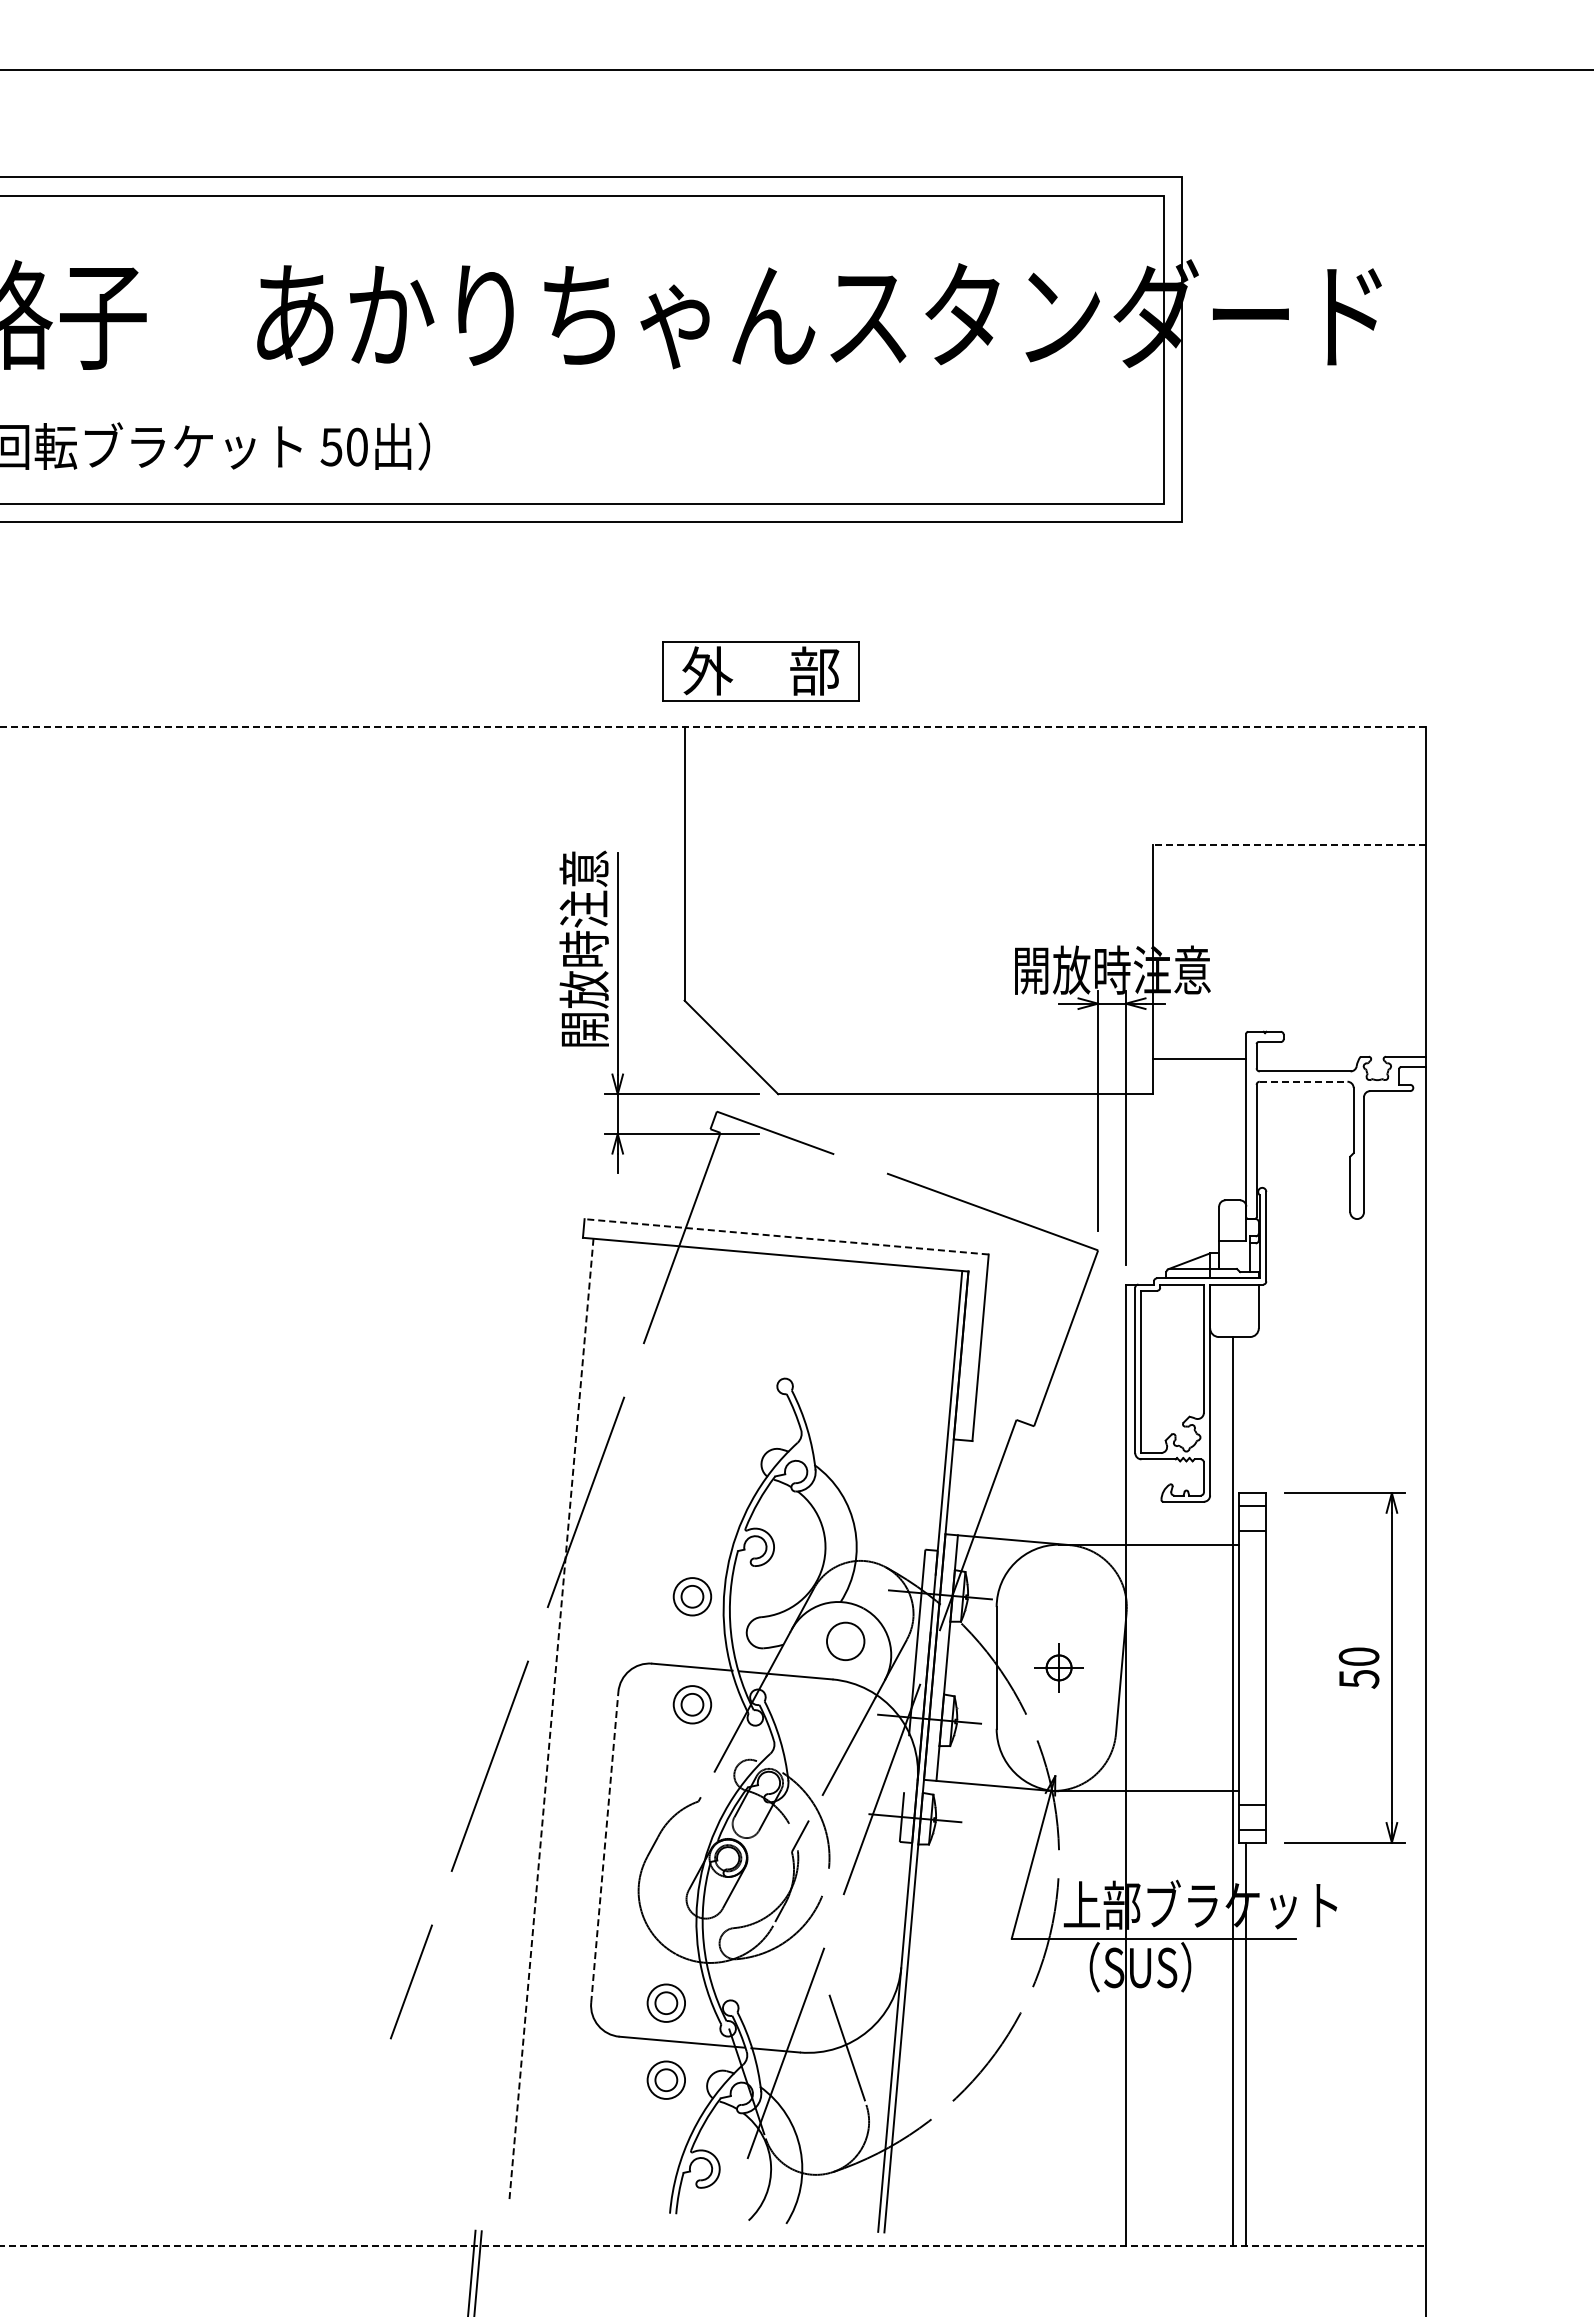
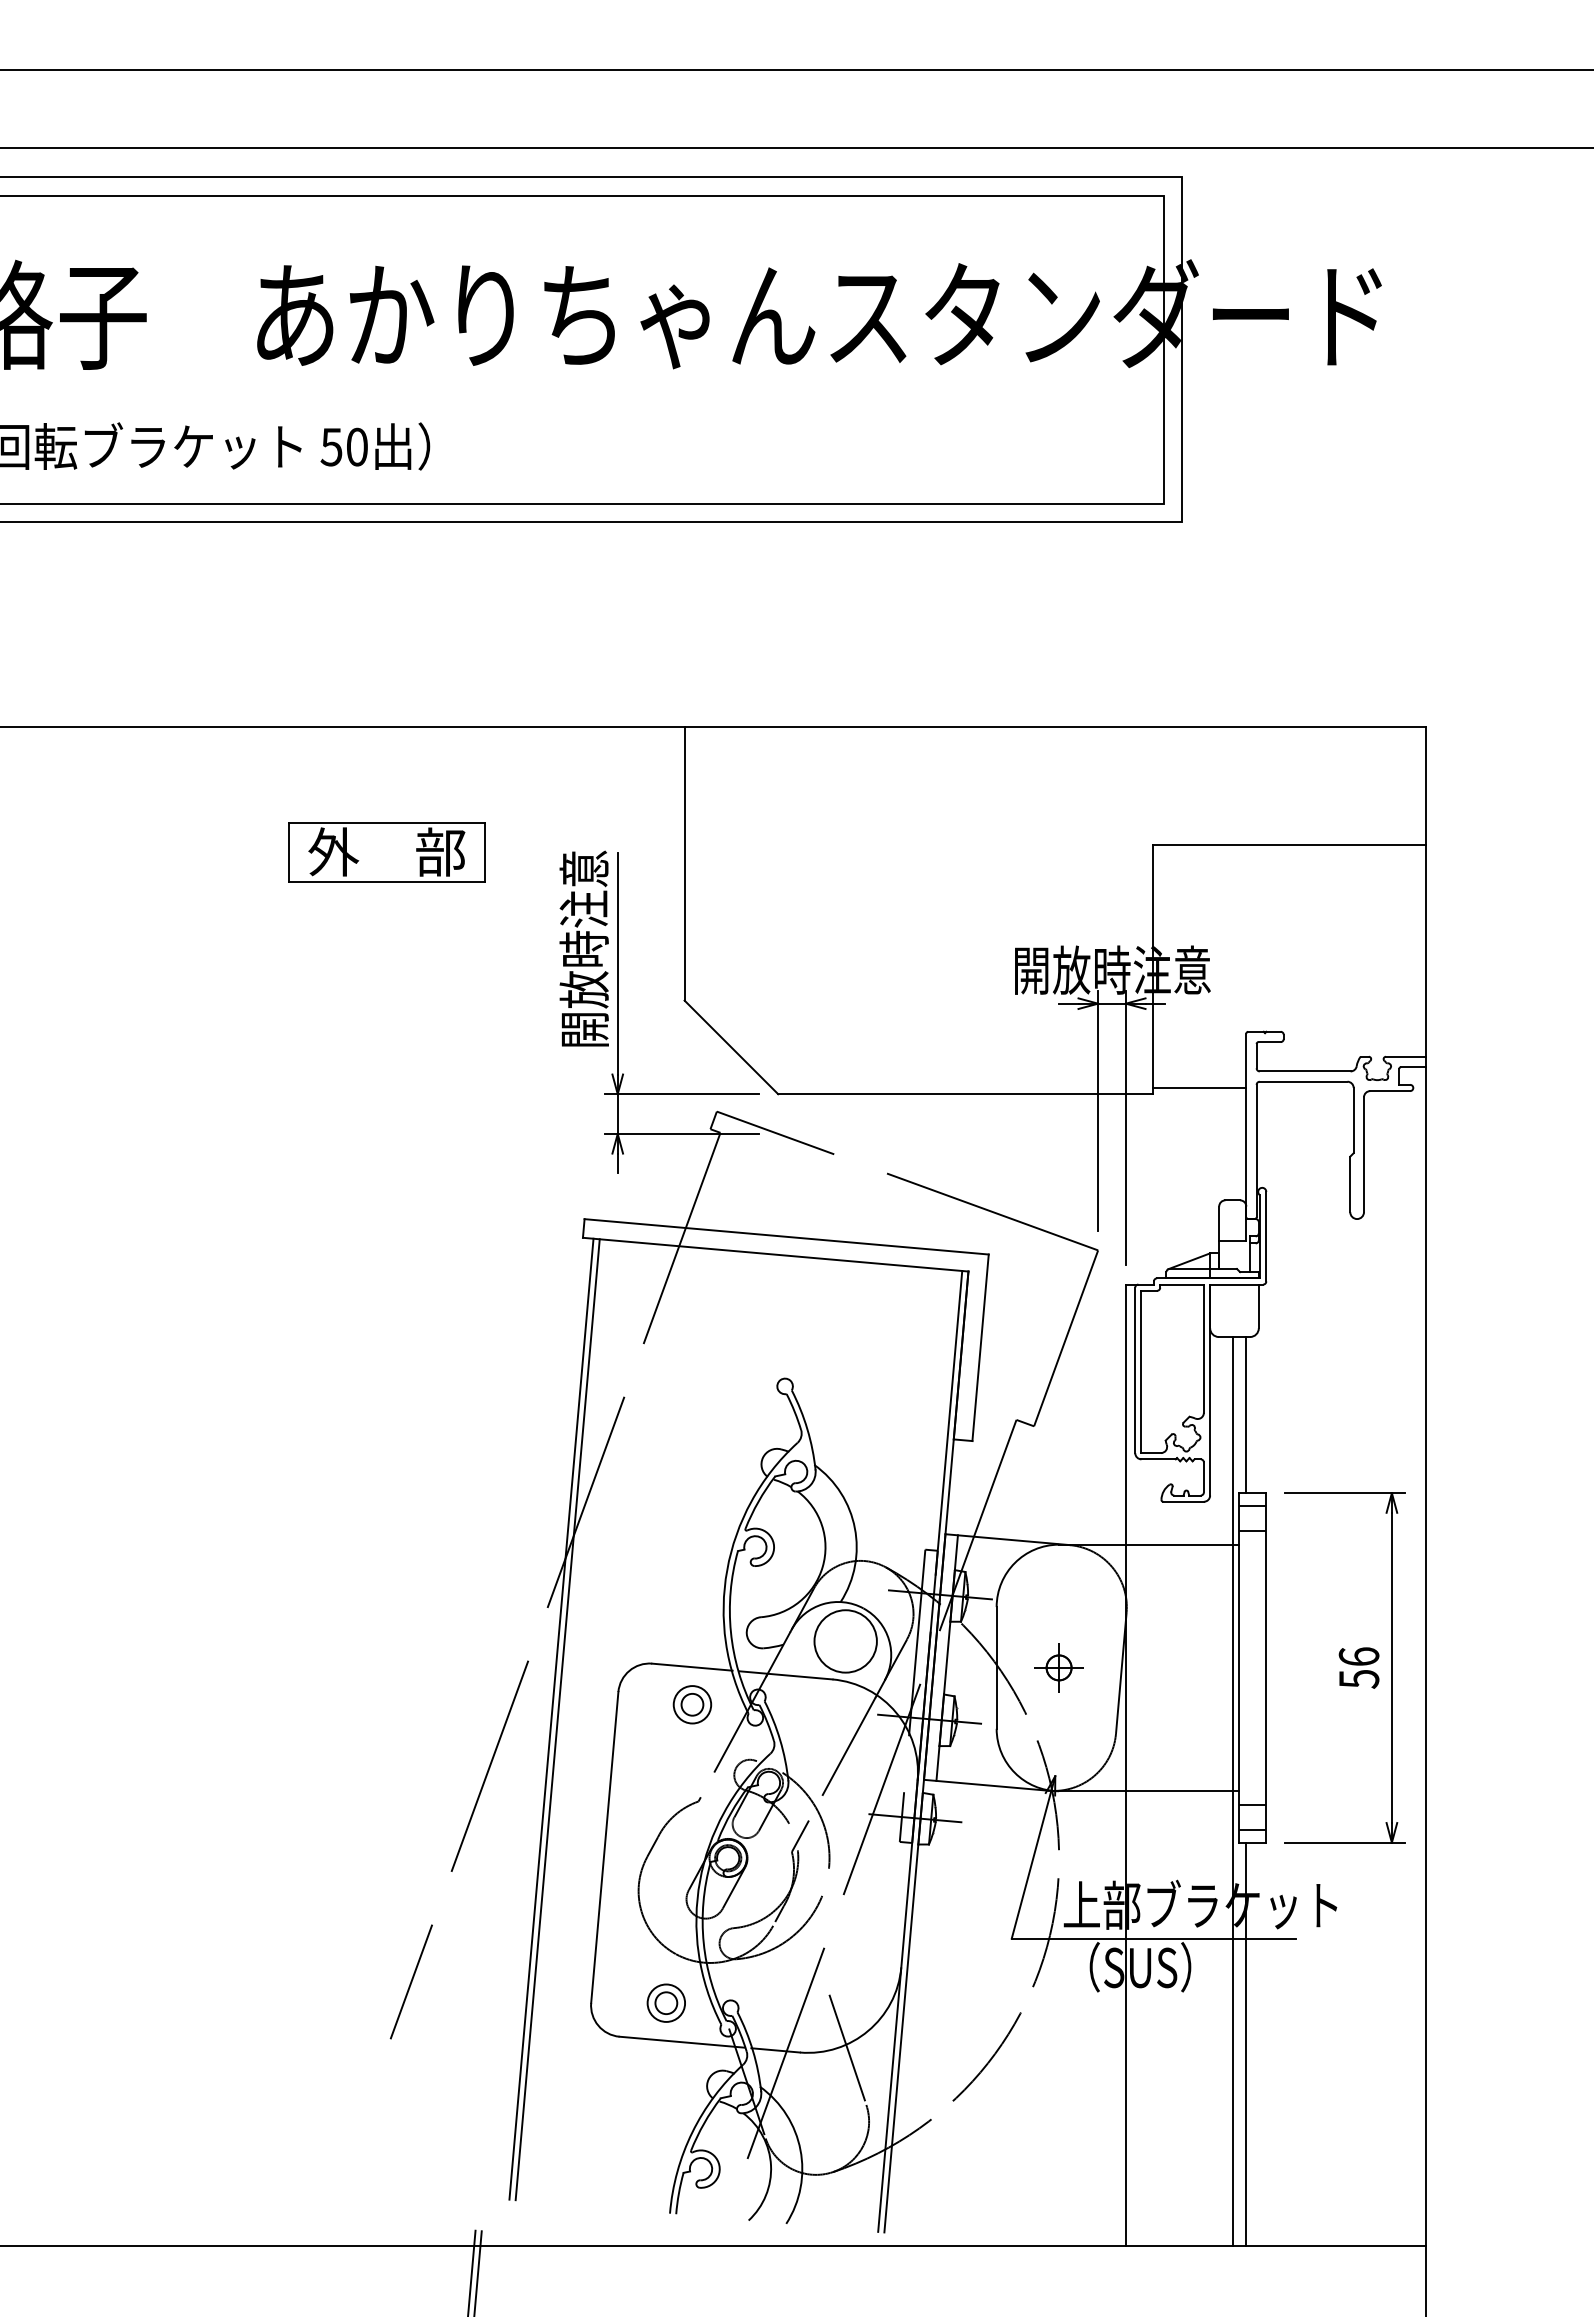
line at (796, 148): none -> present
part at (760, 671) position: (760, 671) -> (386, 852)
line at (712, 726): dashed -> solid
line at (1288, 844): dashed -> solid
line at (1199, 1058) position: (1199, 1058) -> (1199, 1087)
line at (1303, 1081): dashed -> solid
line at (786, 1236): dashed -> solid
line at (1246, 1415): none -> present
part at (692, 1596): present -> none
circle at (845, 1641) diameter: 37 px -> 62 px
text at (1358, 1656): 50 -> 56
line at (551, 1719): dashed -> solid
line at (557, 1719): none -> present
line at (604, 1846): dashed -> solid
part at (665, 2079): present -> none
line at (713, 2245): dashed -> solid
